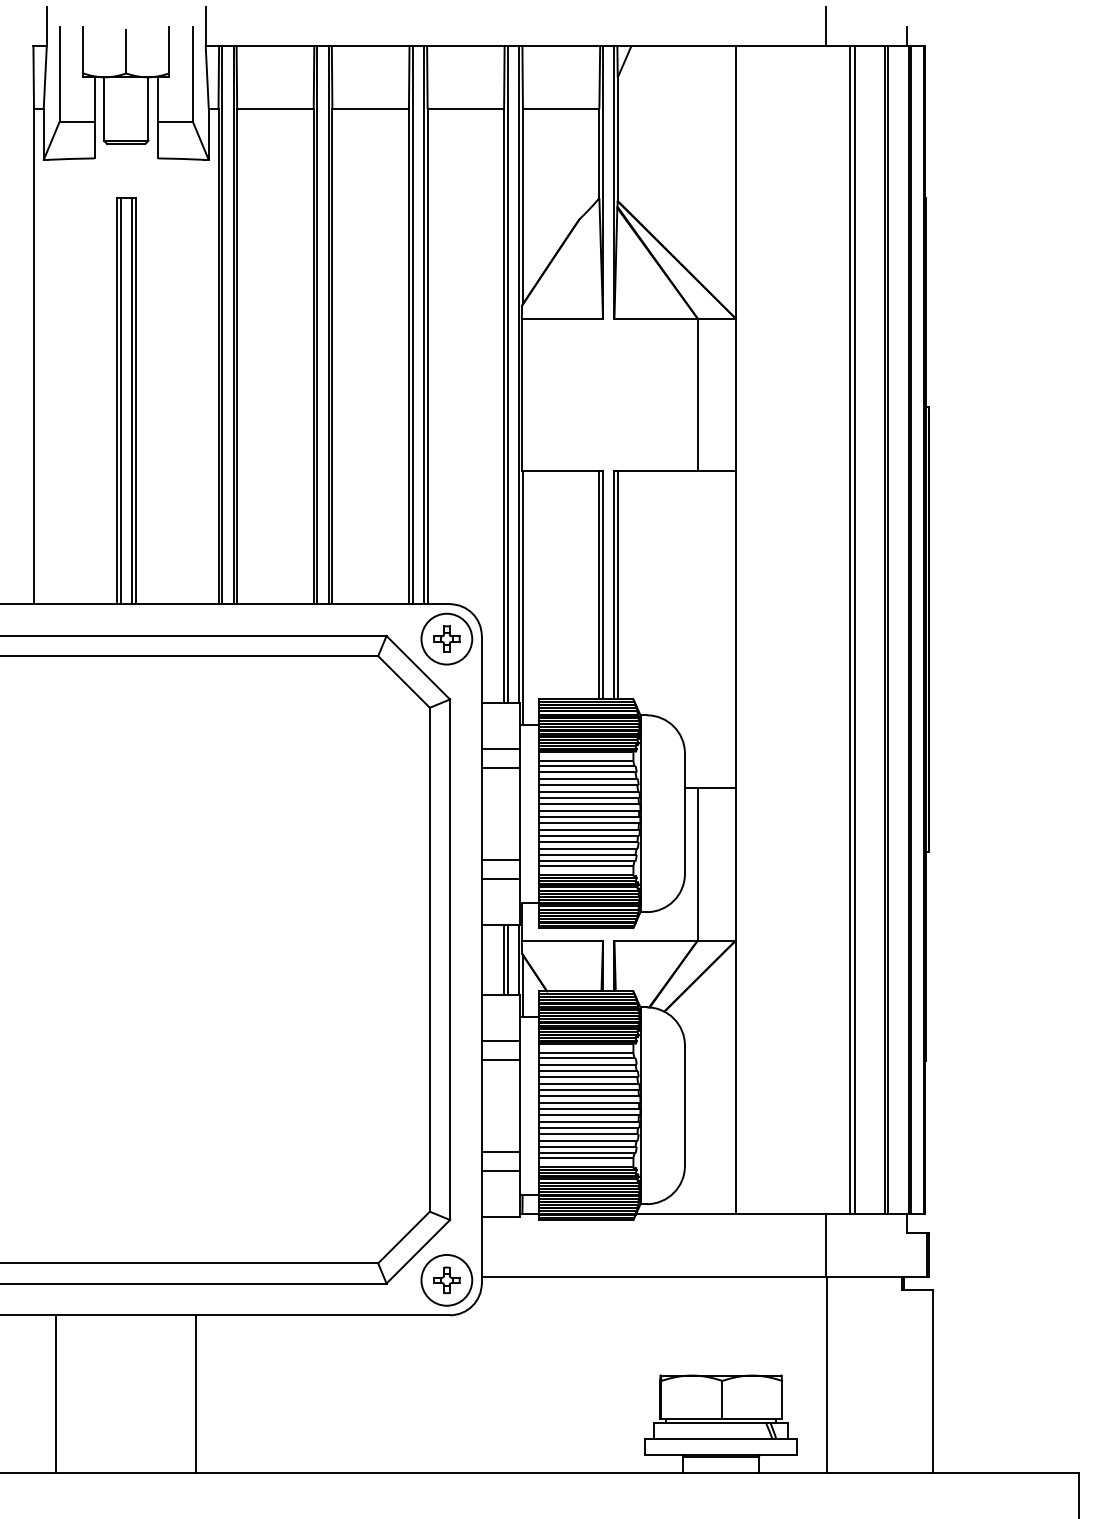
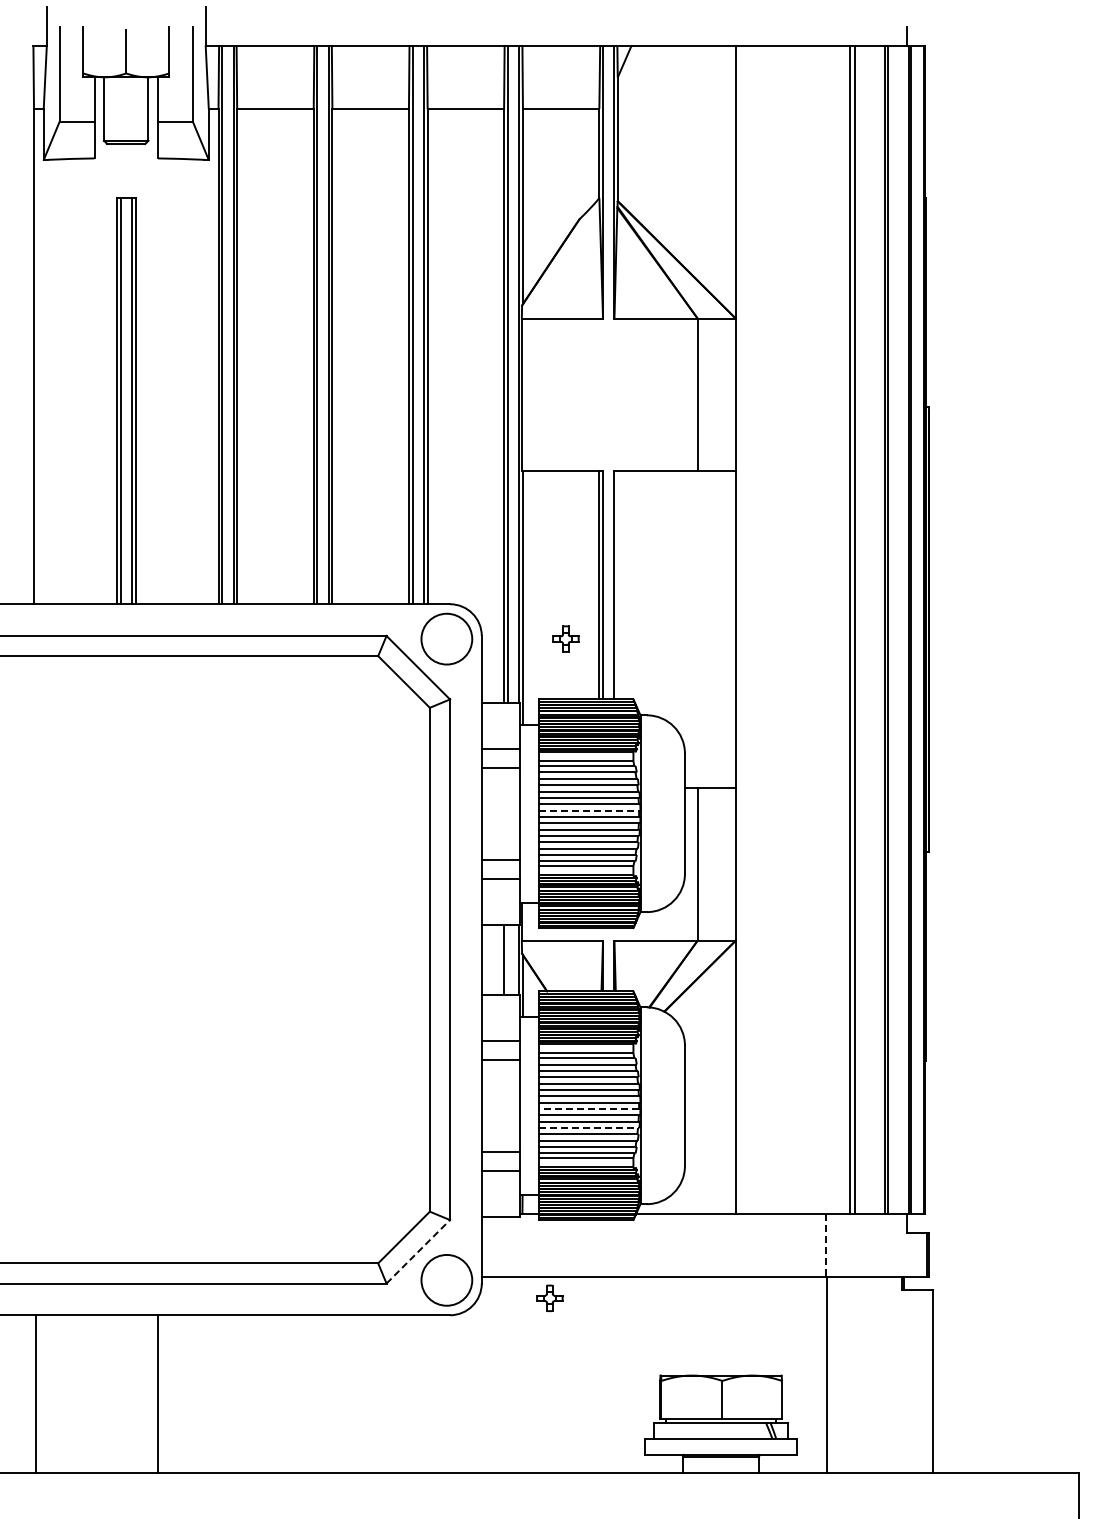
line at (826, 25): present -> none
line at (617, 584): present -> none
part at (446, 638) position: (446, 638) -> (565, 638)
line at (589, 810): solid -> dashed
line at (507, 959): present -> none
line at (588, 1108): solid -> dashed
line at (588, 1128): solid -> dashed
line at (826, 1245): solid -> dashed
line at (418, 1251): solid -> dashed
part at (446, 1279) position: (446, 1279) -> (549, 1297)
line at (56, 1394) position: (56, 1394) -> (36, 1394)
line at (196, 1394) position: (196, 1394) -> (158, 1394)
